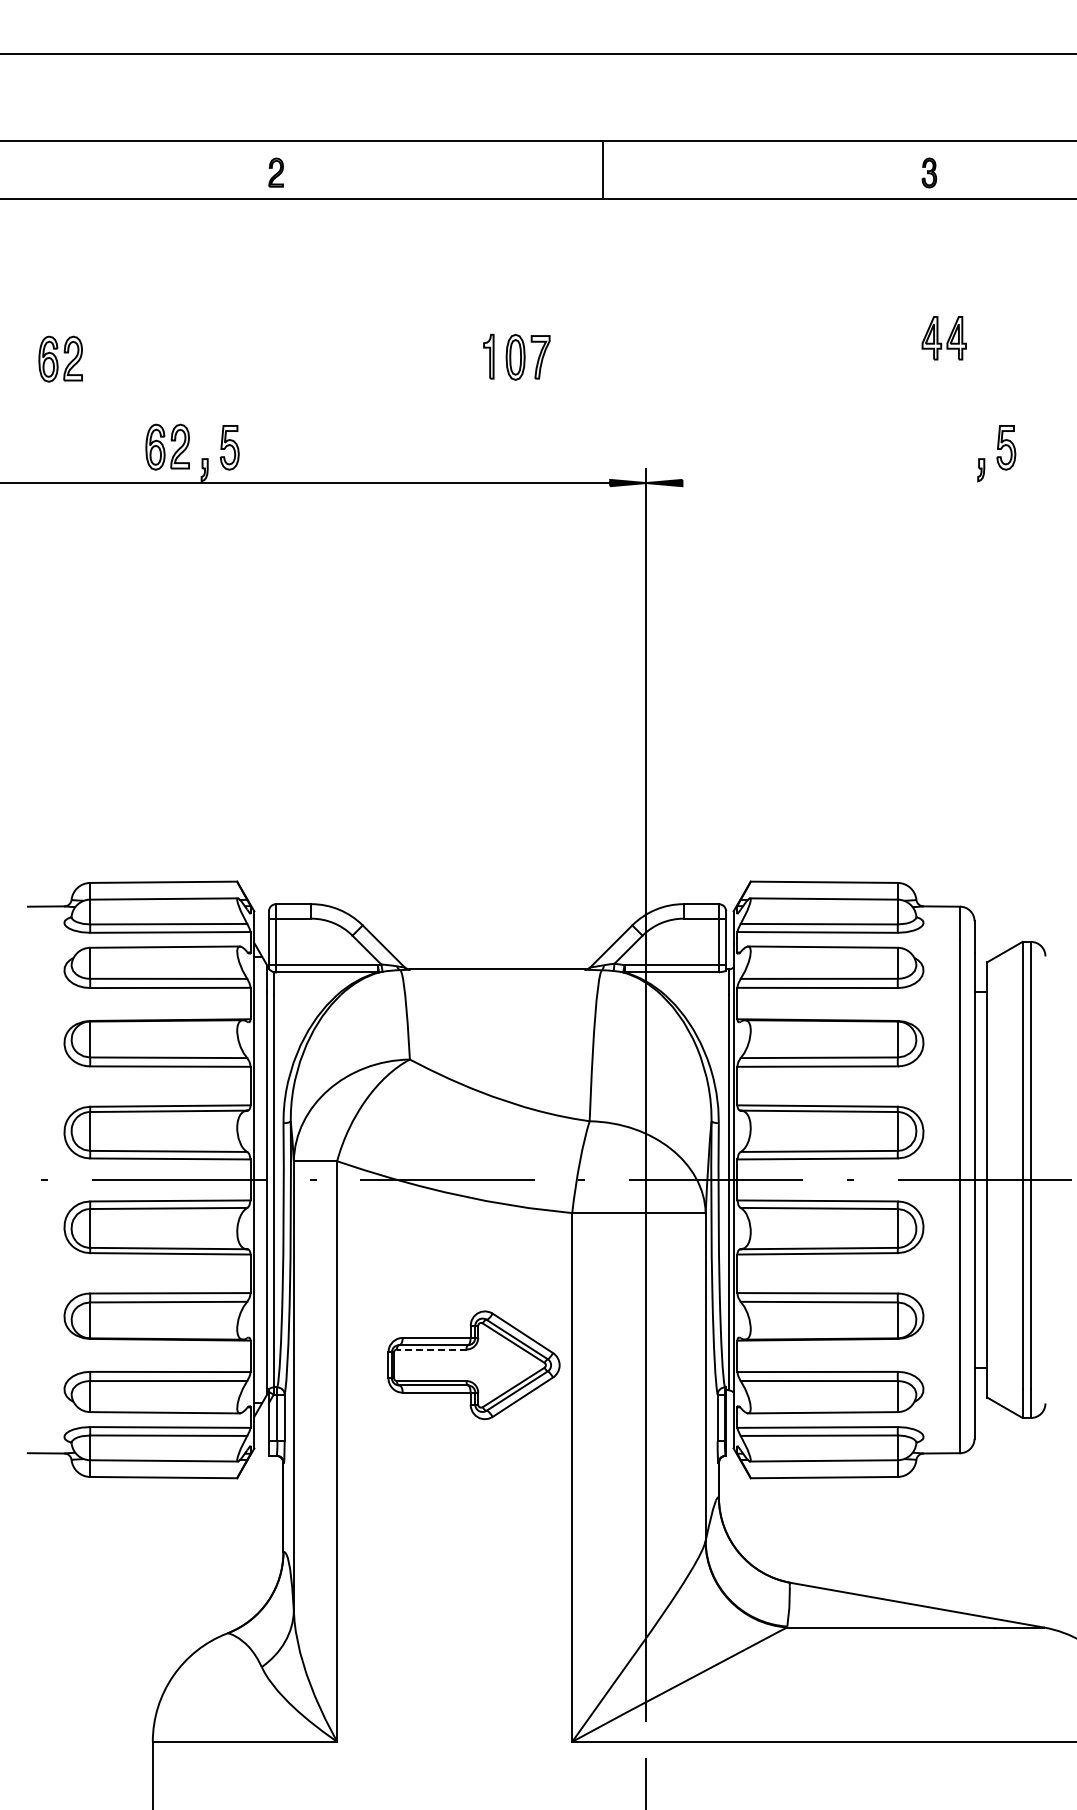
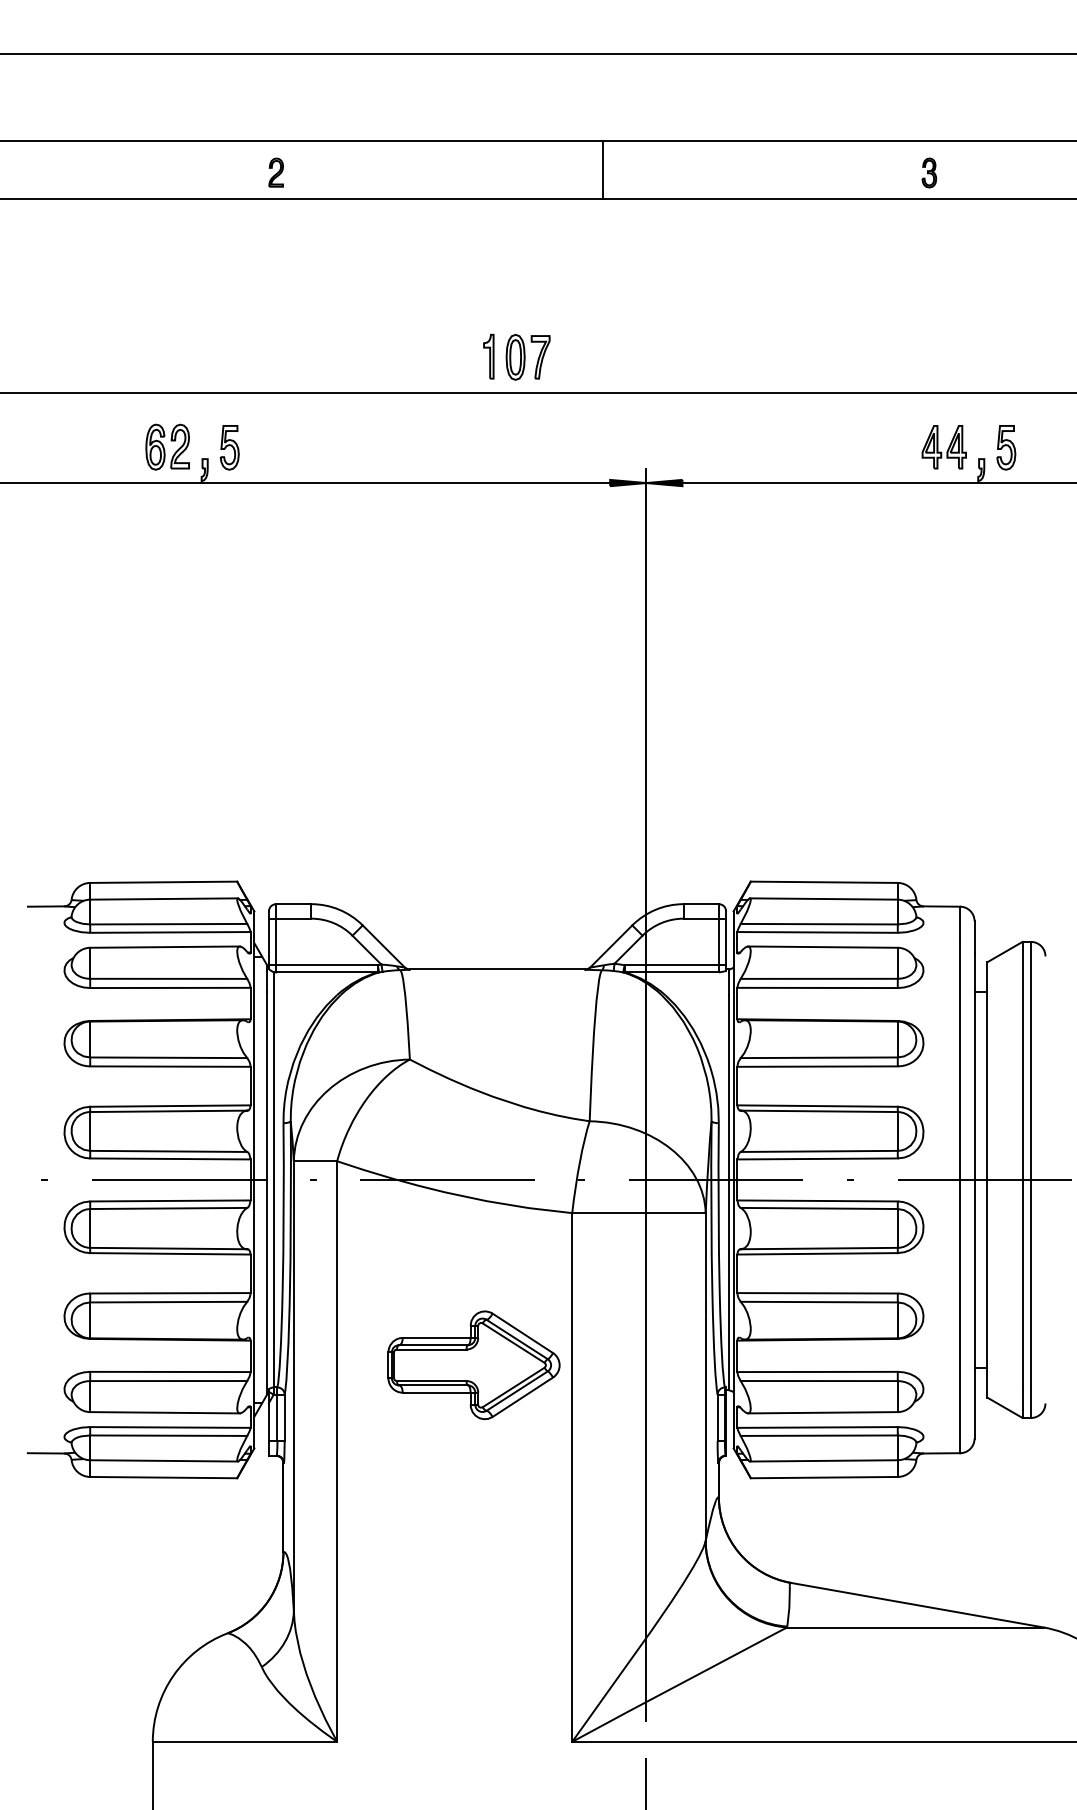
part at (943, 338) position: (943, 338) -> (943, 447)
part at (60, 358): present -> none
line at (537, 393): none -> present
line at (877, 483): none -> present
line at (431, 1349): dashed -> solid
